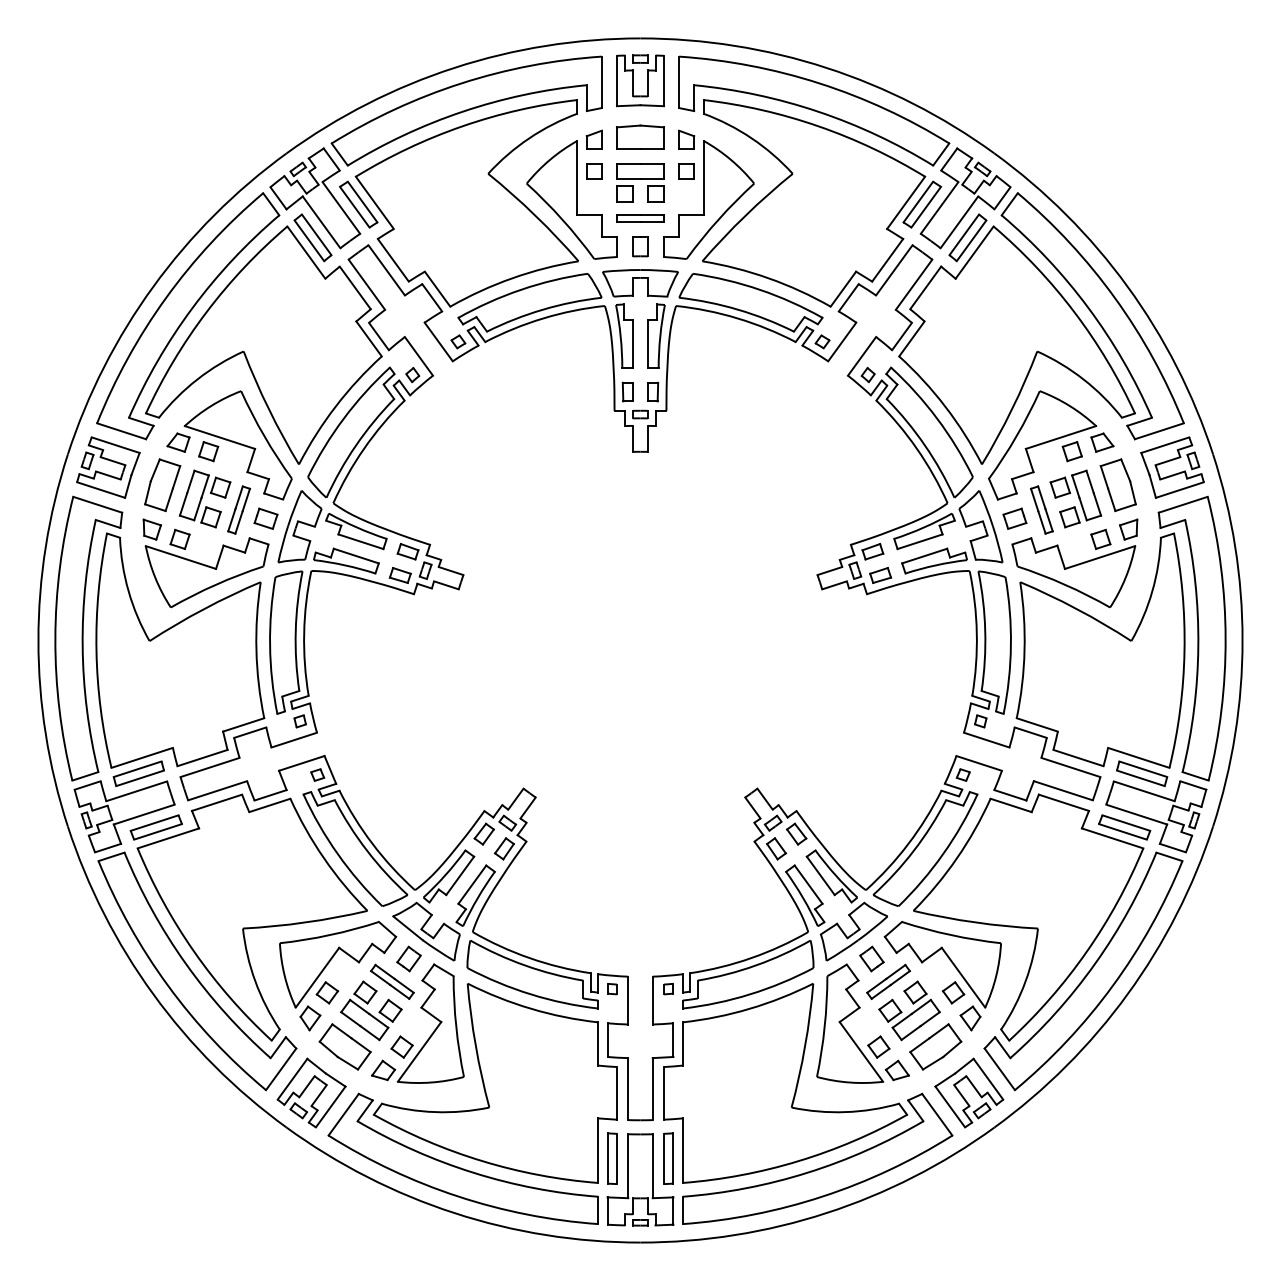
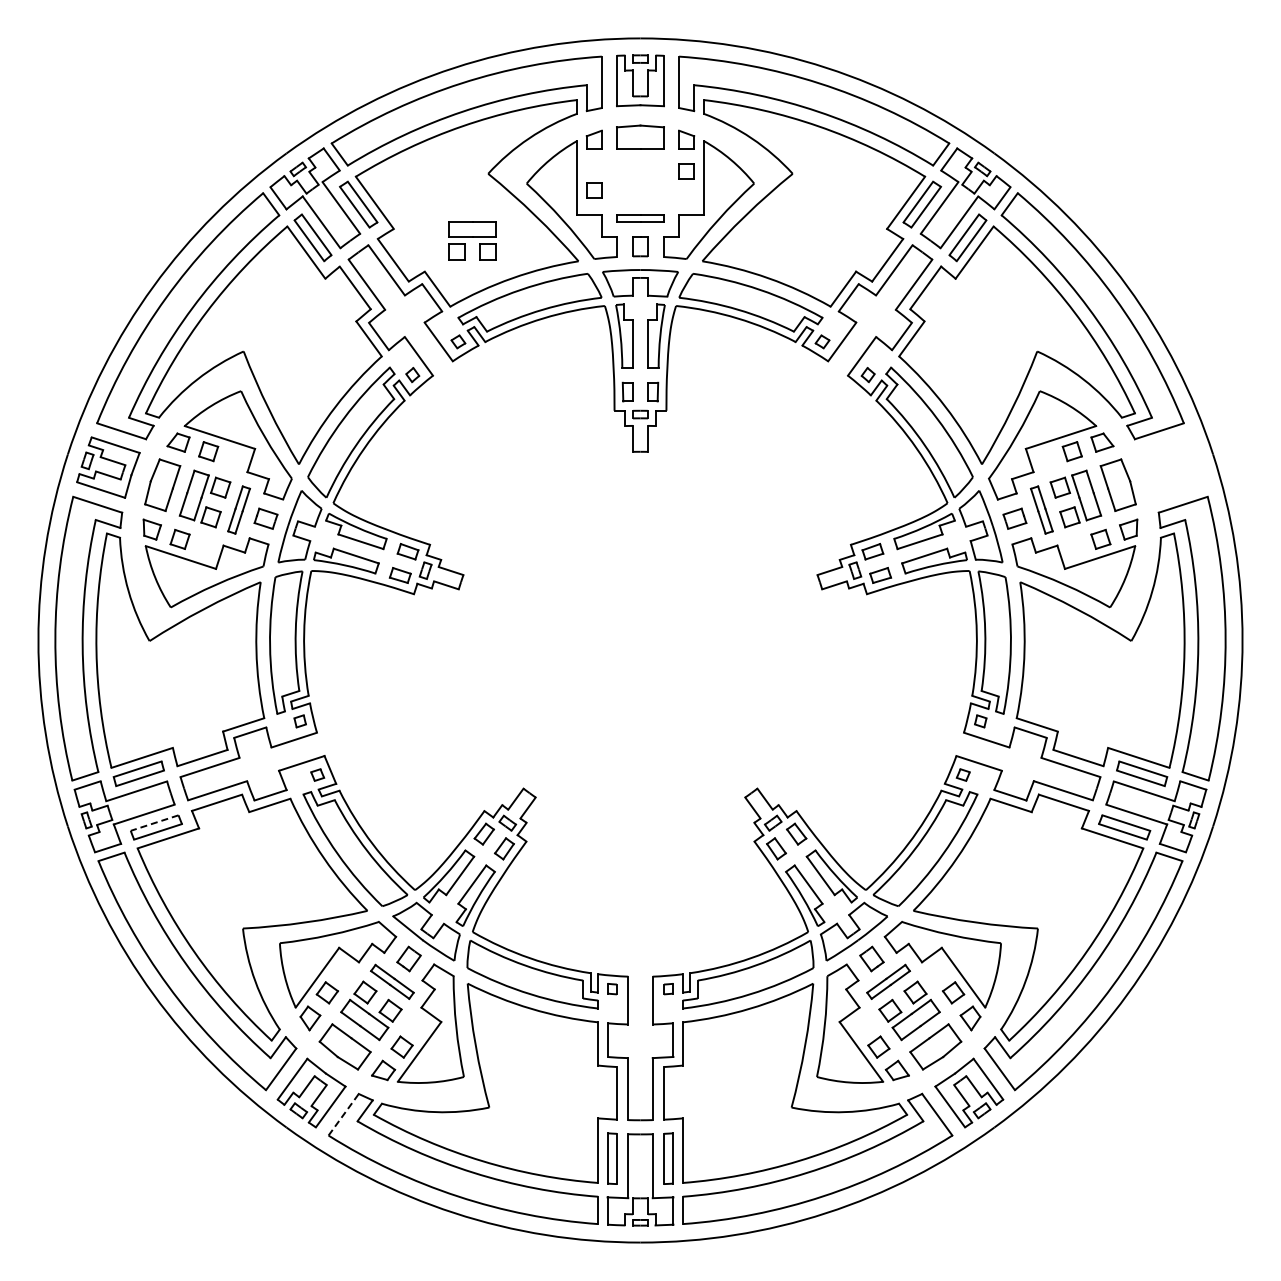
part at (594, 171) position: (594, 171) -> (594, 190)
part at (640, 182) position: (640, 182) -> (472, 240)
part at (1170, 461): present -> none
line at (154, 823): solid -> dashed
line at (343, 1114): solid -> dashed
